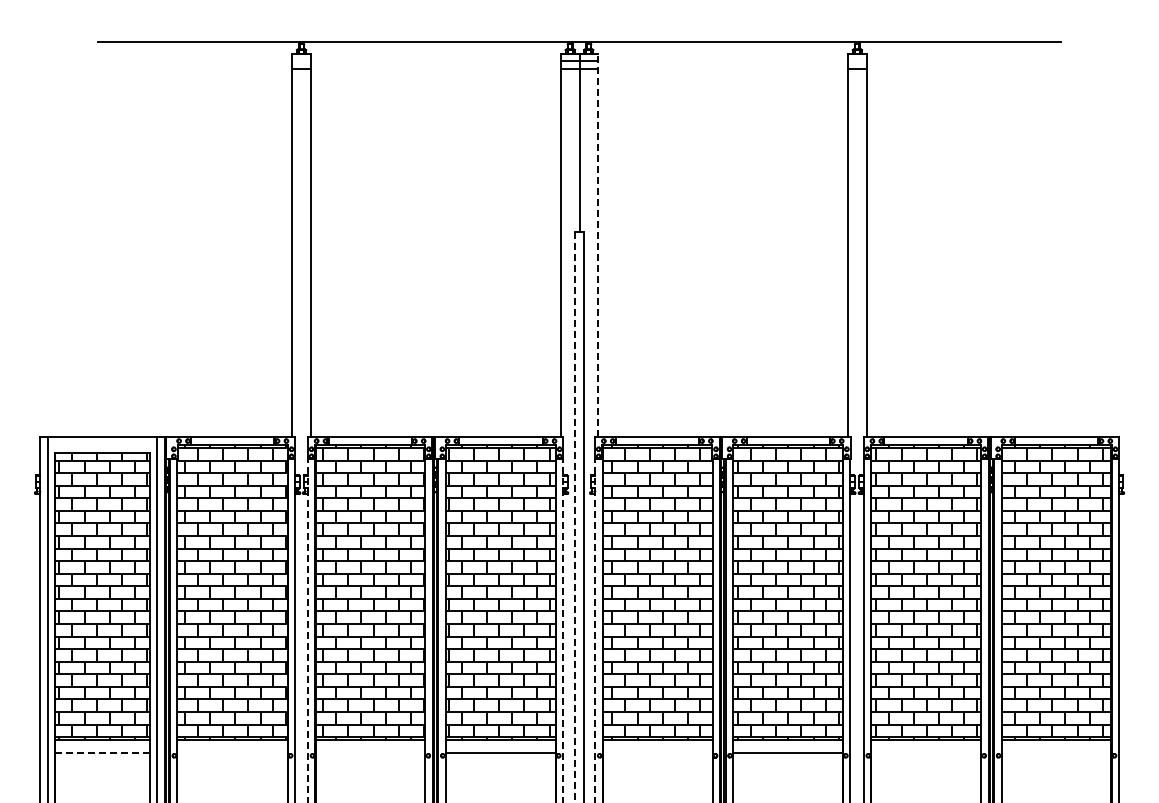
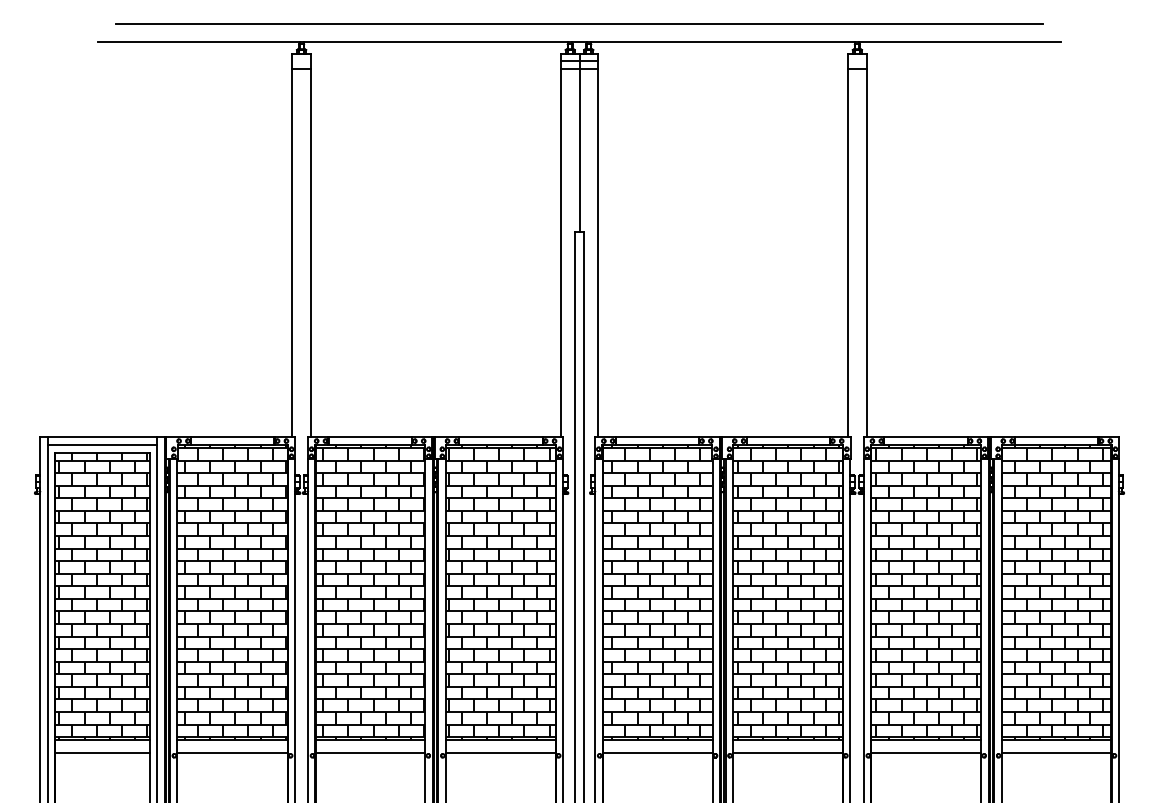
line at (579, 24): none -> present
line at (598, 245): dashed -> solid
line at (102, 444): none -> present
line at (574, 517): dashed -> solid
line at (308, 630): dashed -> solid
line at (563, 630): dashed -> solid
line at (595, 630): dashed -> solid
line at (103, 752): dashed -> solid
line at (232, 752): none -> present
line at (370, 752): none -> present
line at (657, 752): none -> present
line at (926, 752): none -> present
line at (1056, 752): none -> present
